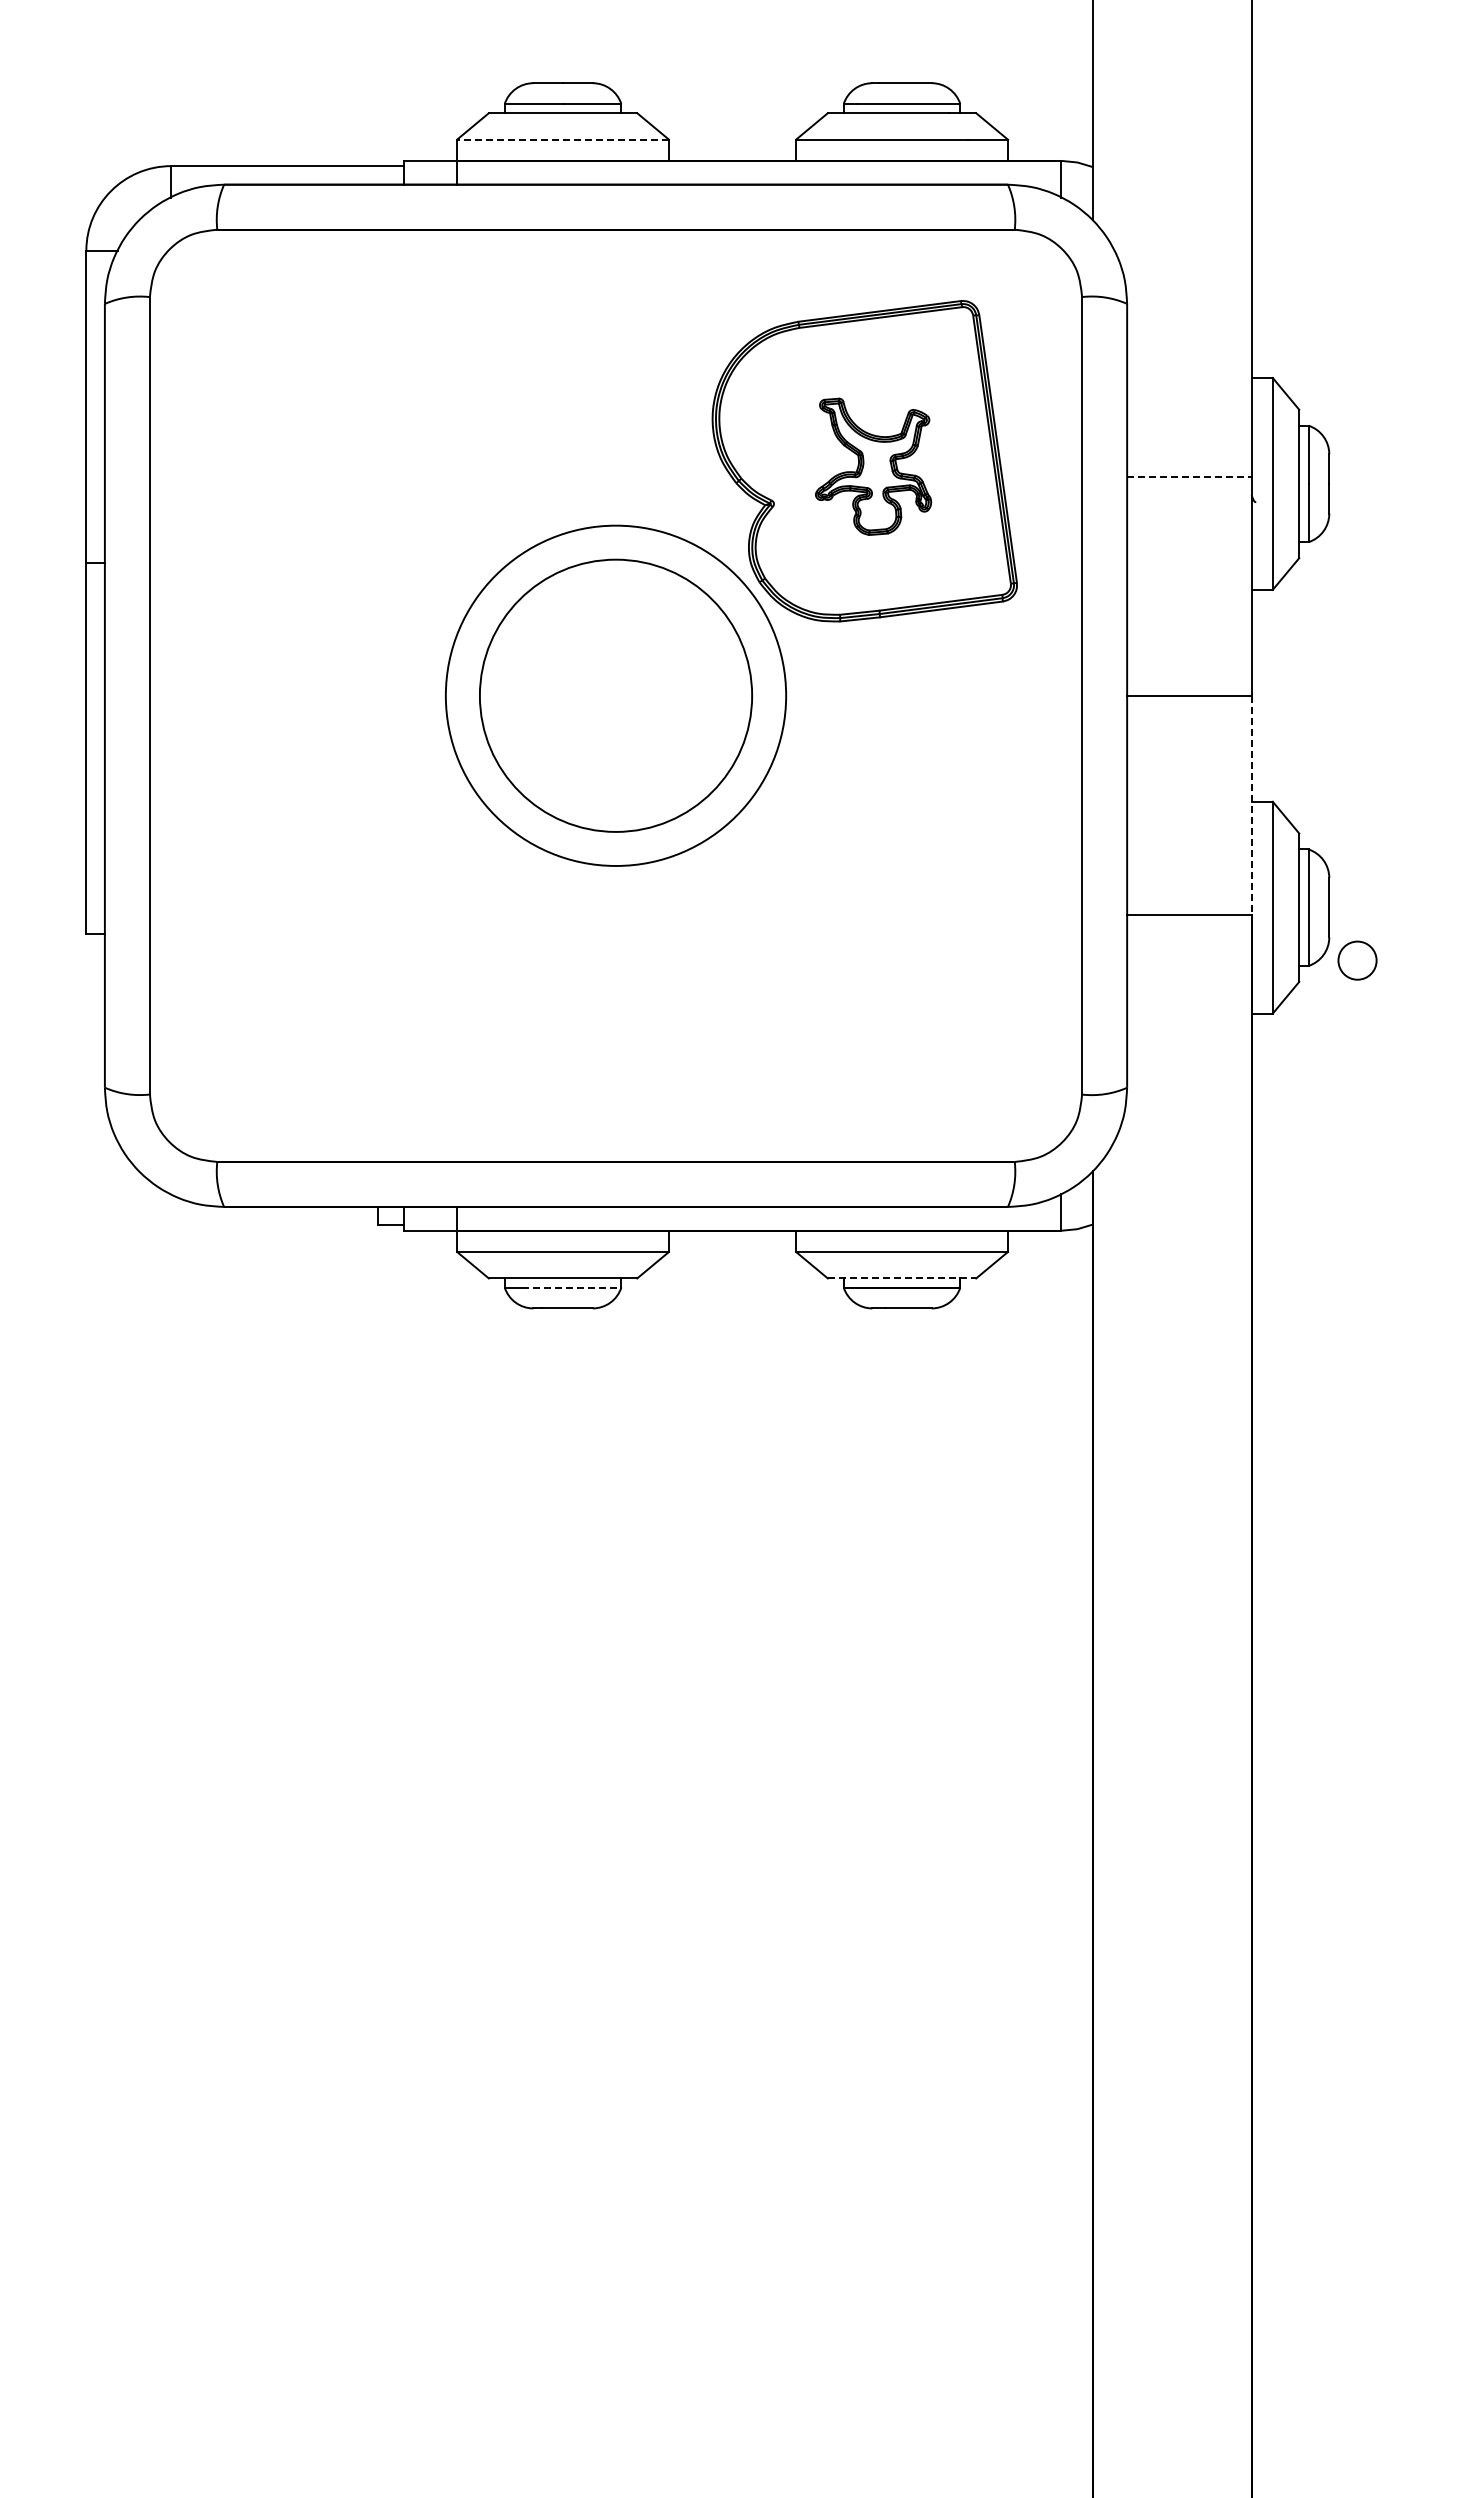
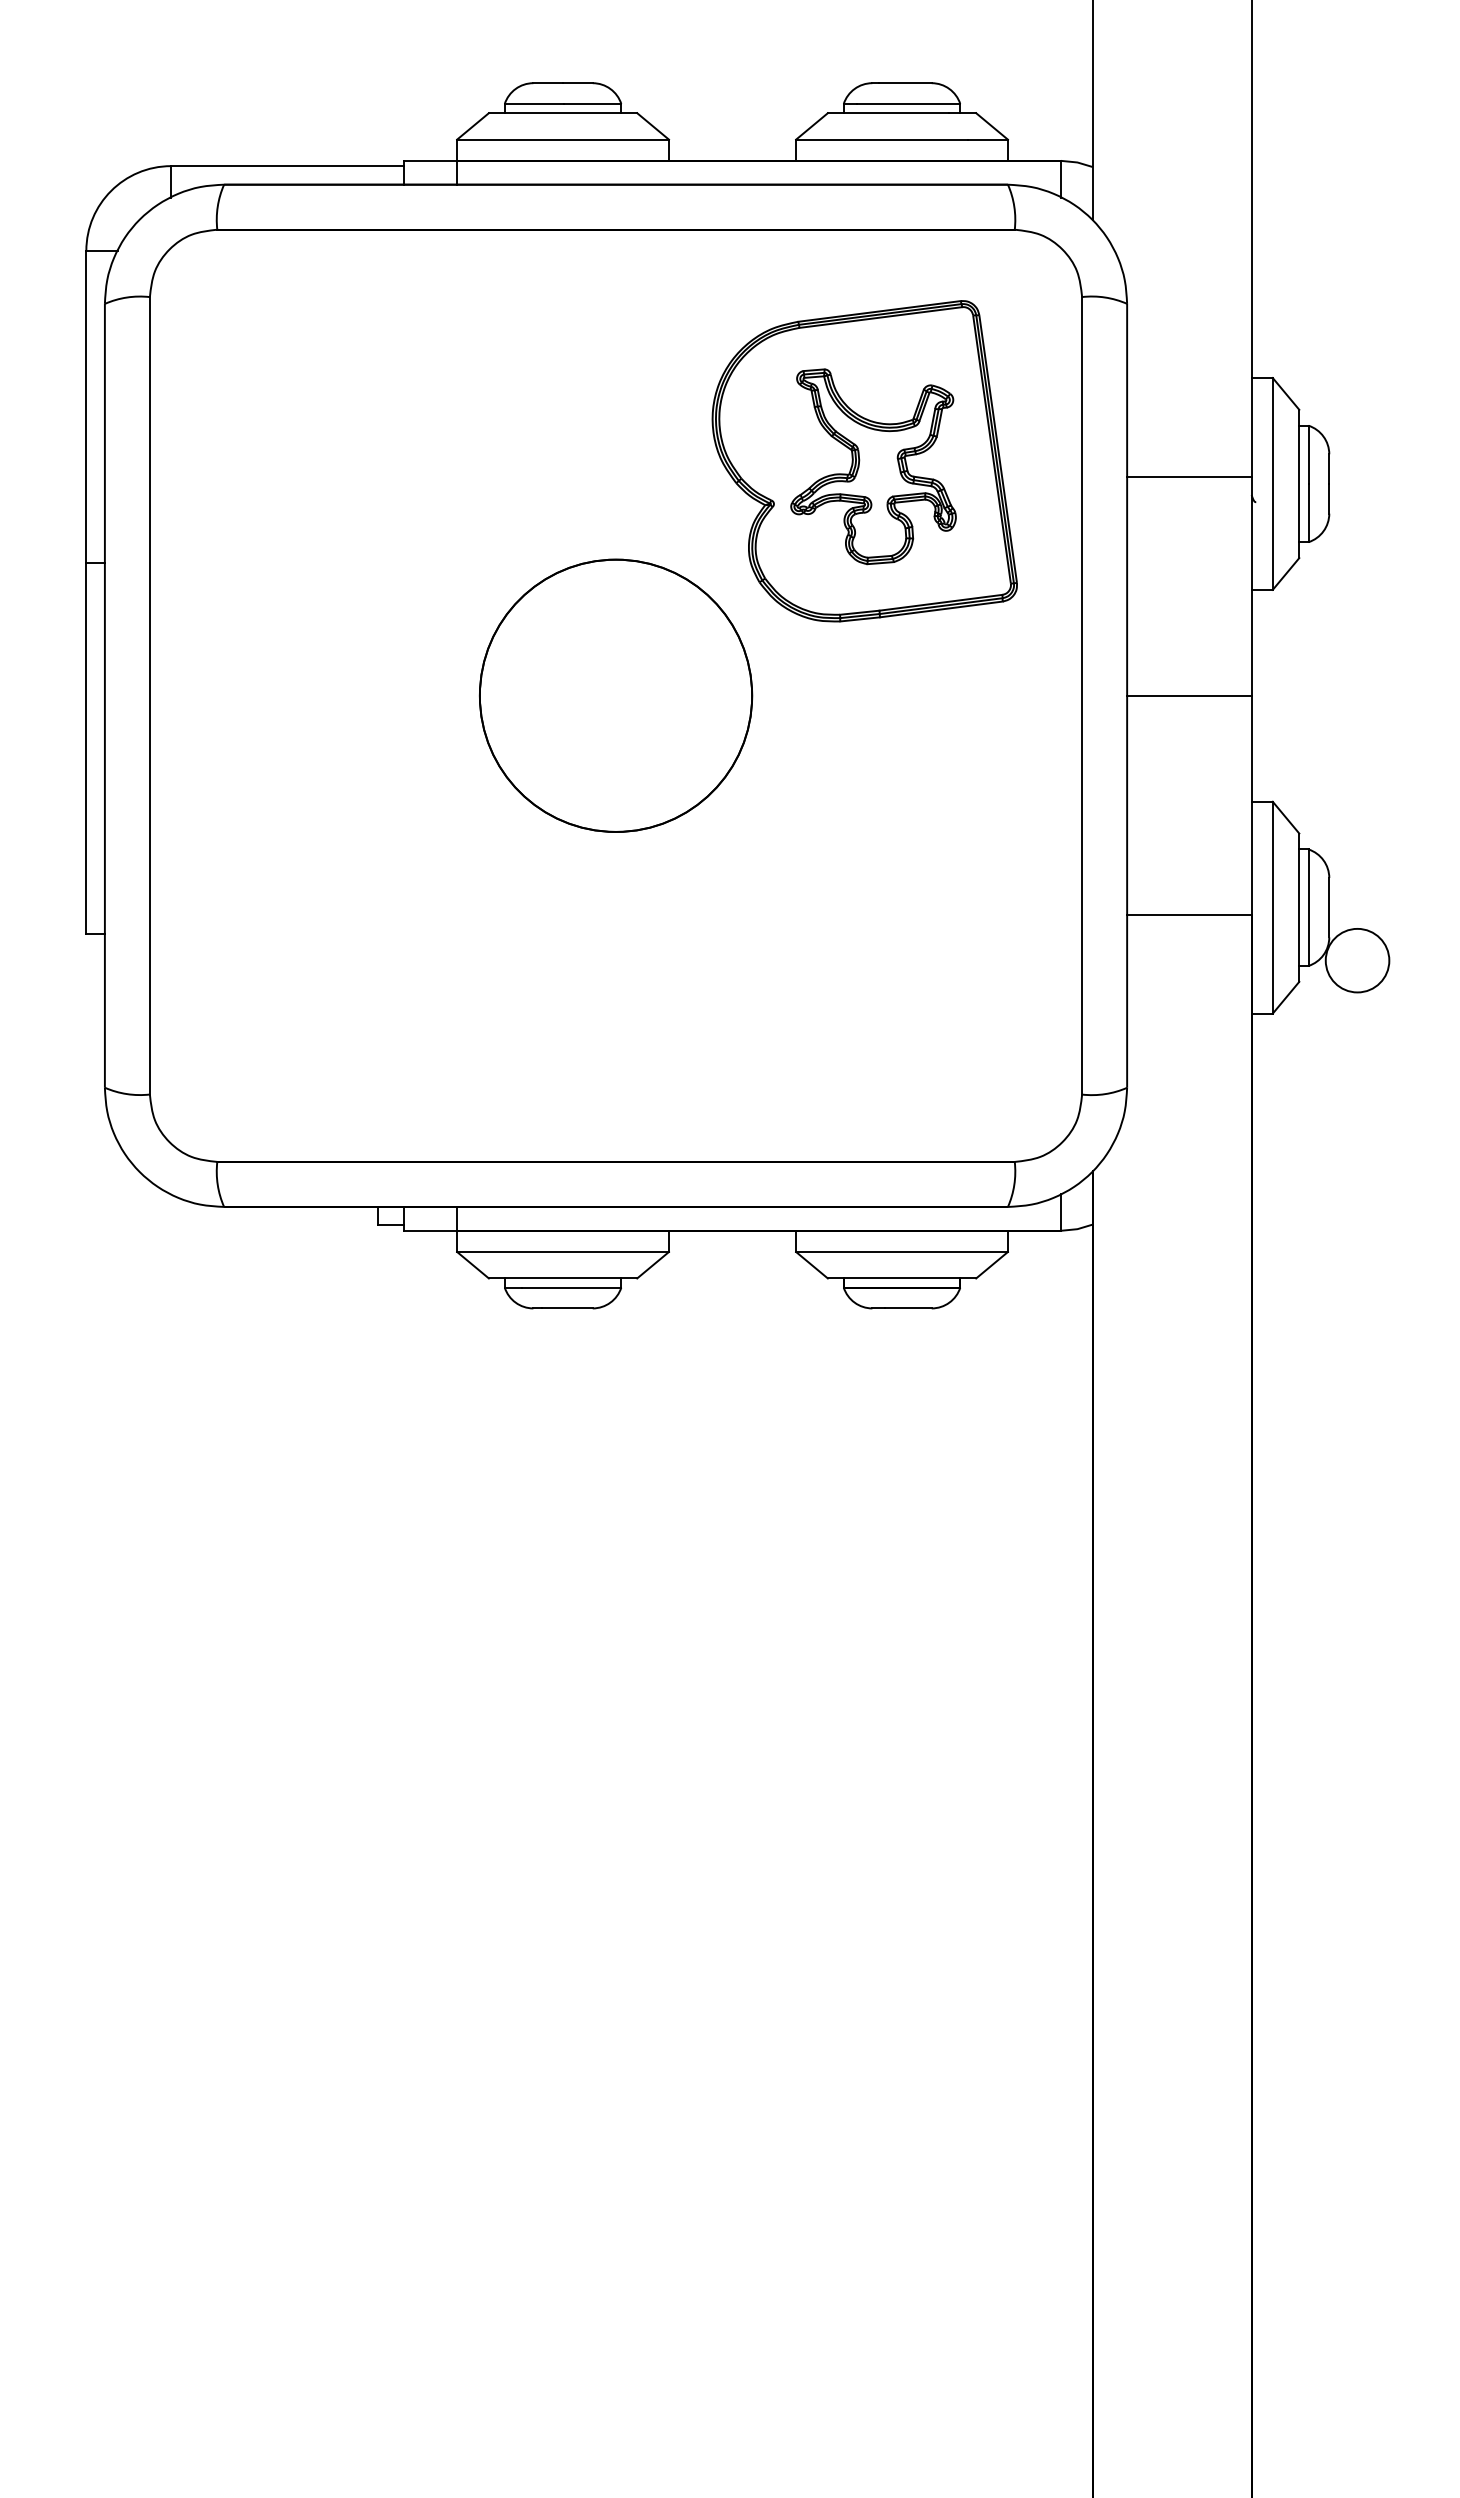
line at (563, 139): dashed -> solid
part at (873, 466) size: 118x139 px -> 167x198 px
line at (1189, 476): dashed -> solid
circle at (615, 695) diameter: 340 px -> 272 px
line at (1251, 805): dashed -> solid
circle at (1357, 960) diameter: 38 px -> 64 px
line at (902, 1278): dashed -> solid
line at (572, 1287): dashed -> solid
